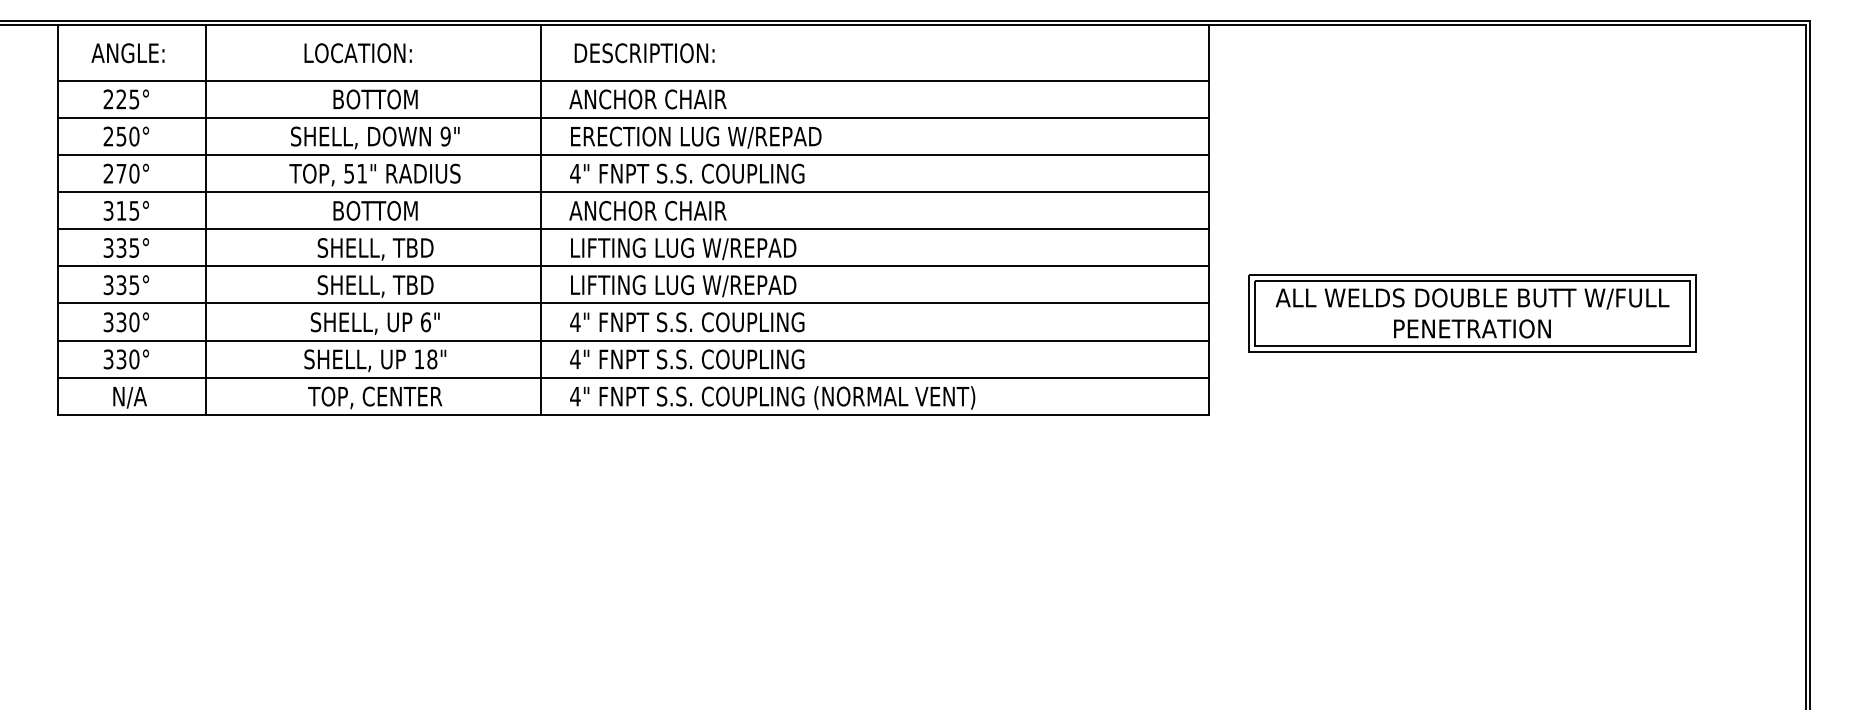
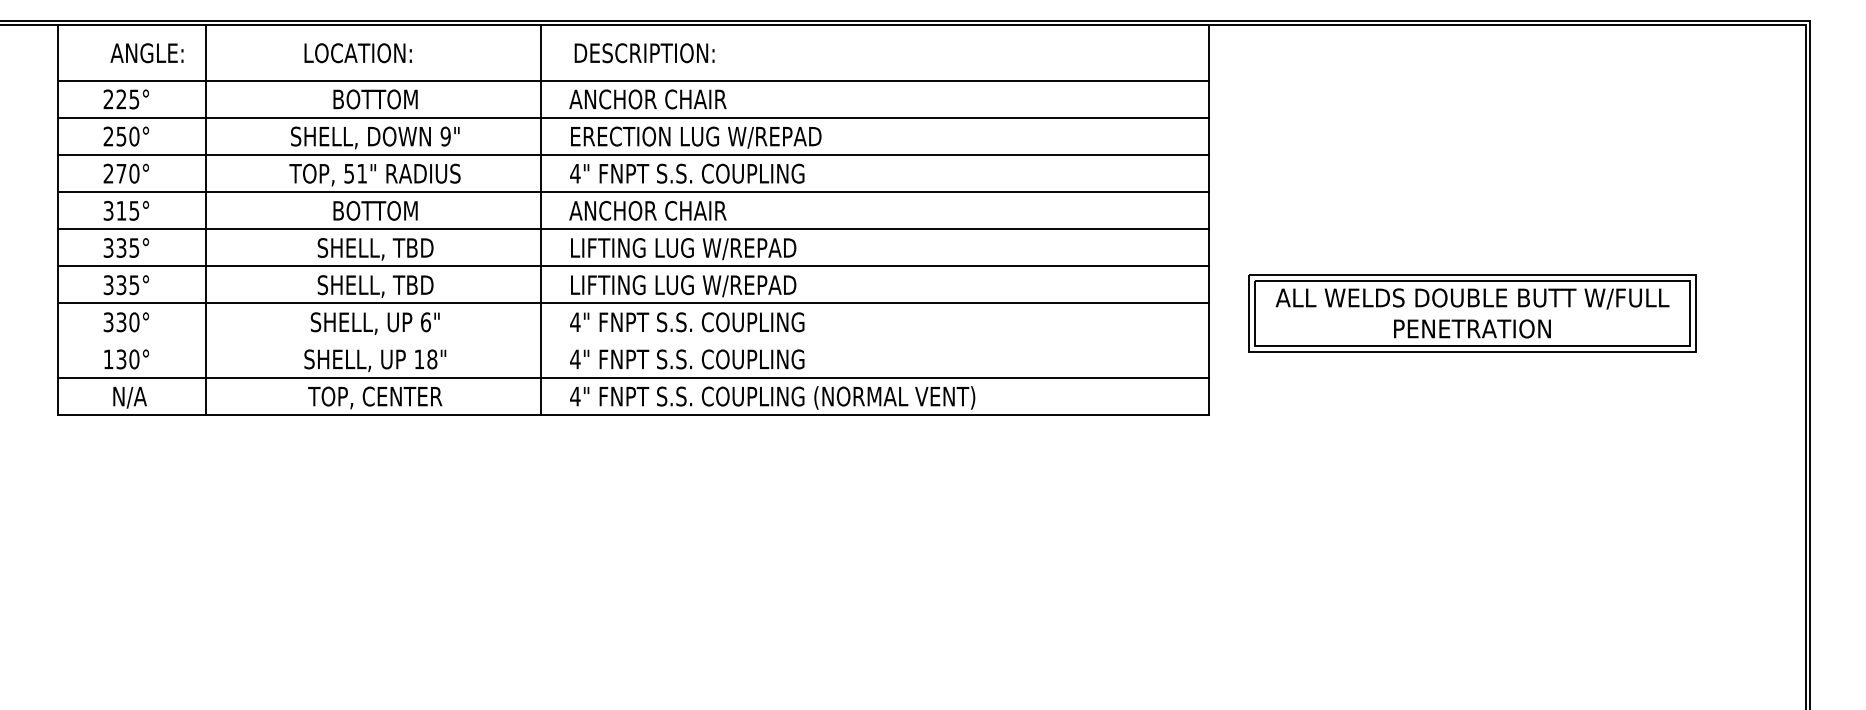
text at (127, 53) position: (127, 53) -> (146, 53)
line at (633, 340): present -> none
text at (108, 359): 330° -> 130°
